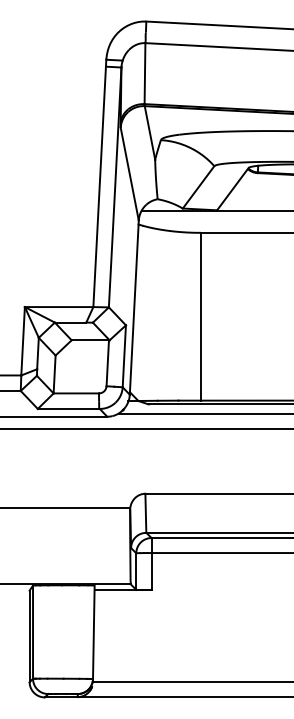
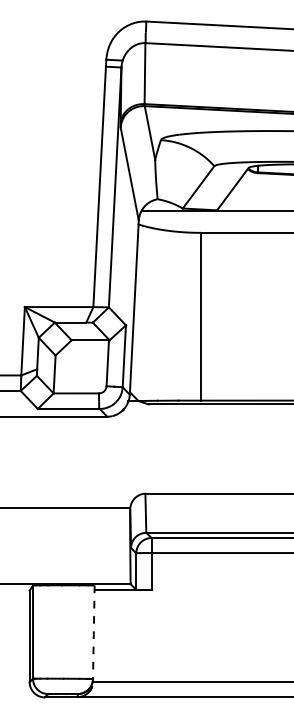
line at (204, 413): present -> none
line at (146, 428): present -> none
line at (93, 634): solid -> dashed
